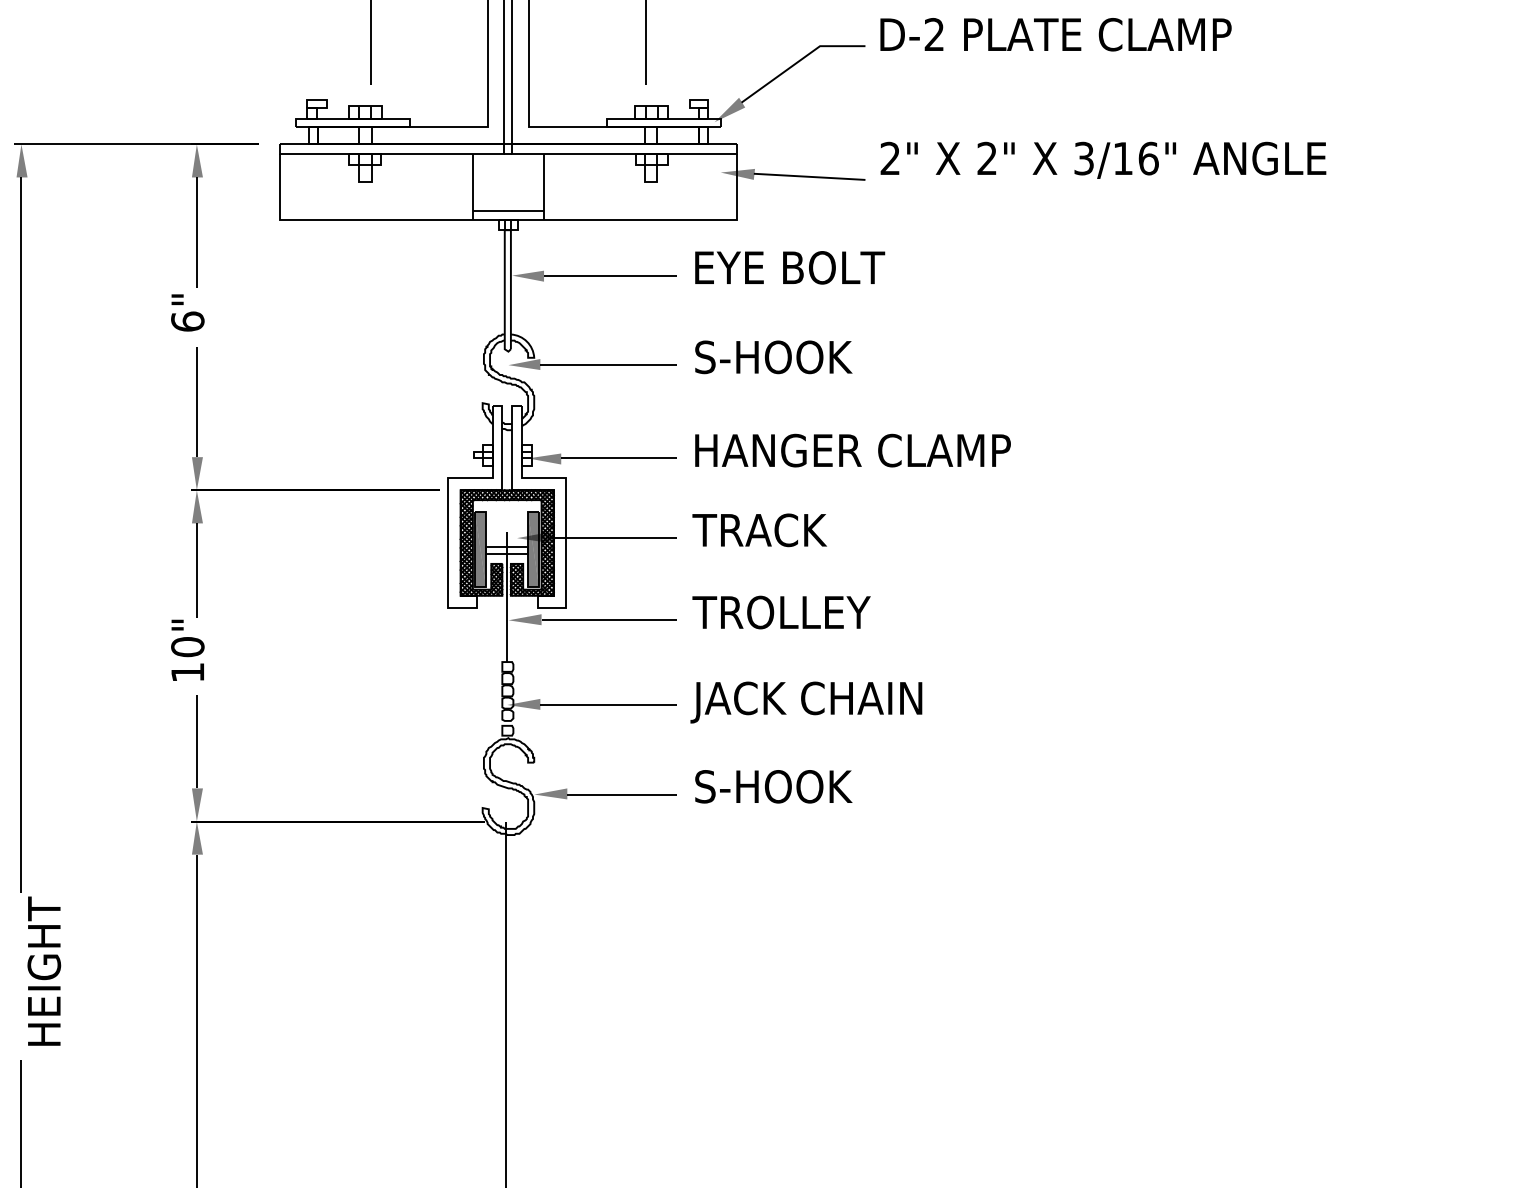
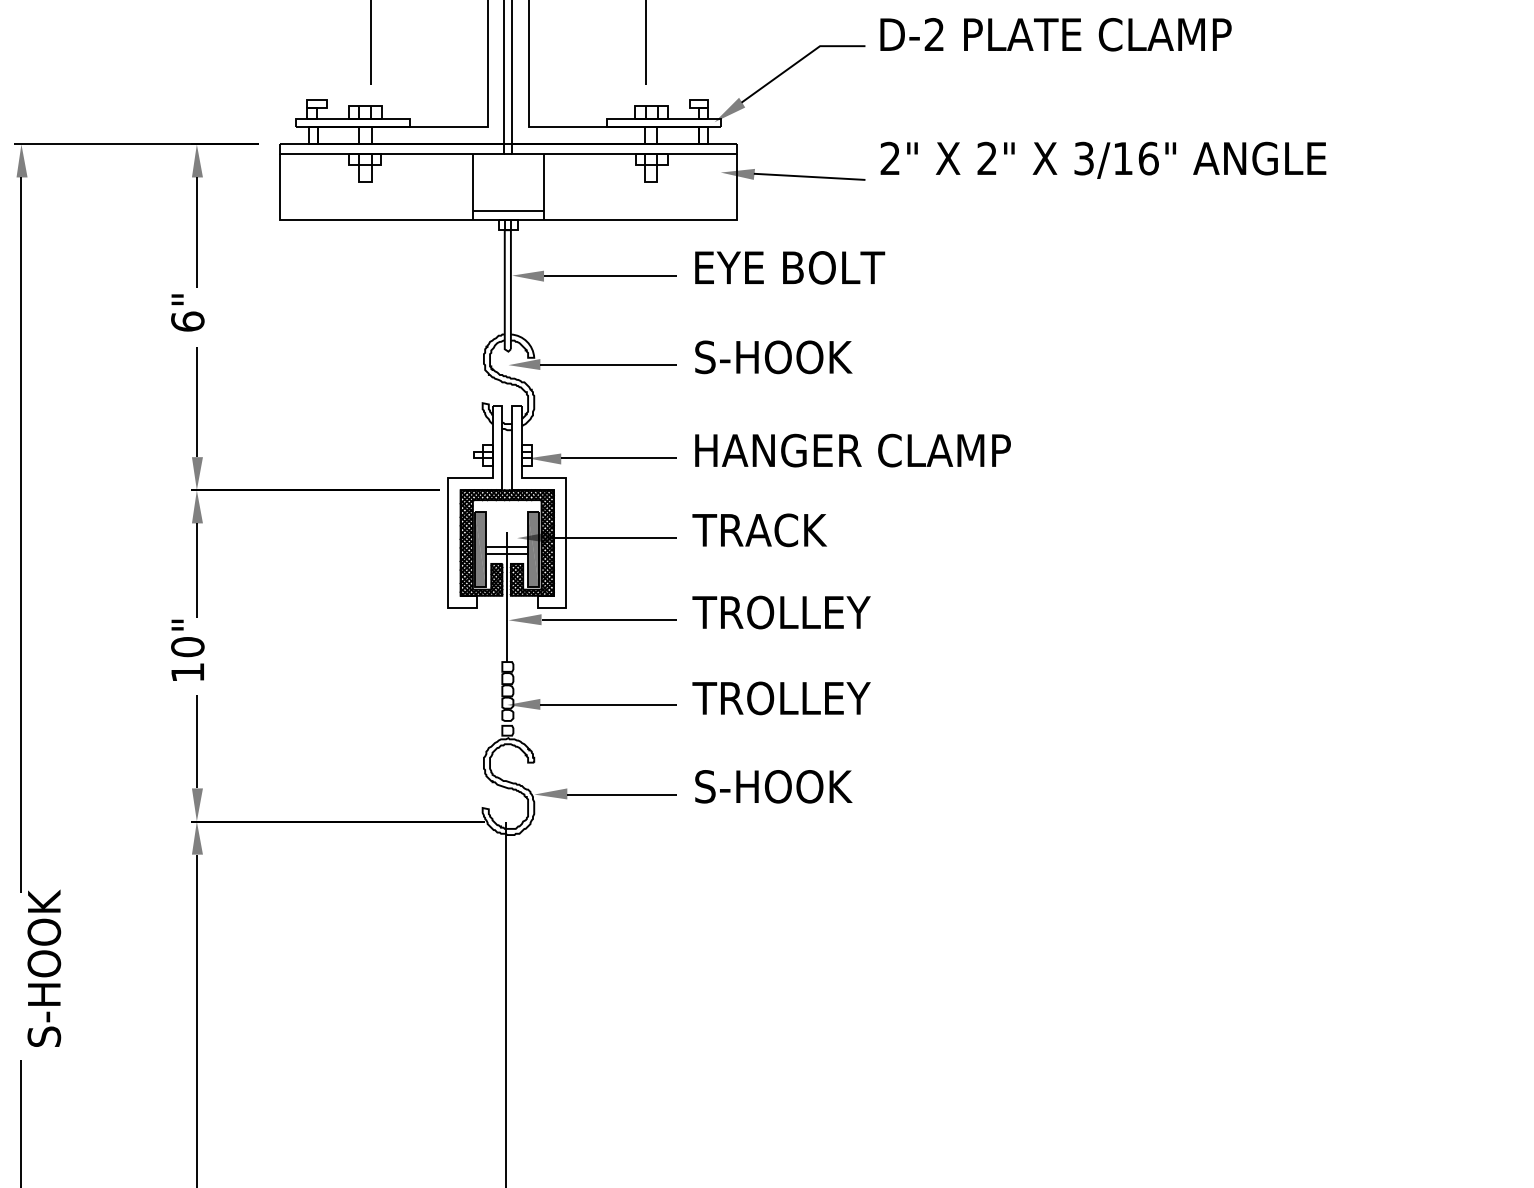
text at (806, 702): JACK CHAIN -> TROLLEY
text at (44, 967): HEIGHT -> S-HOOK
